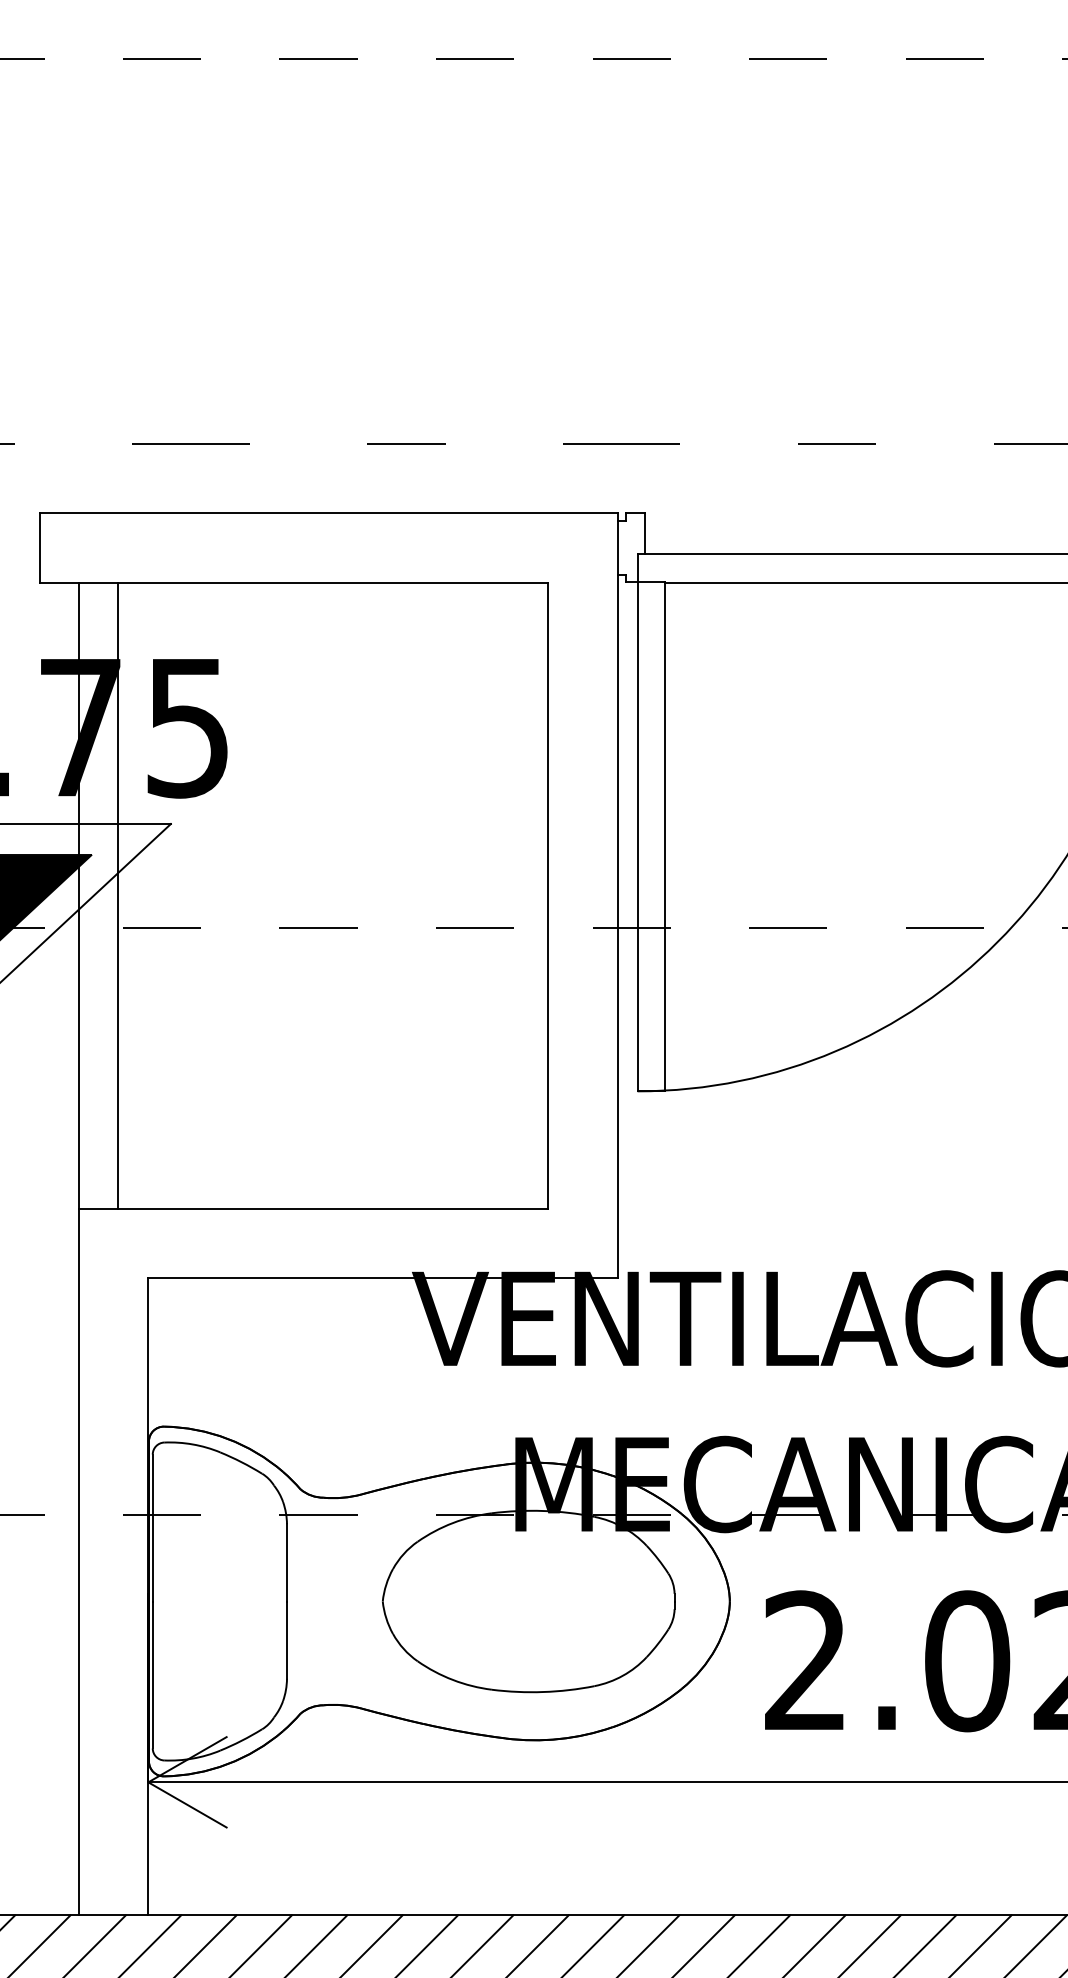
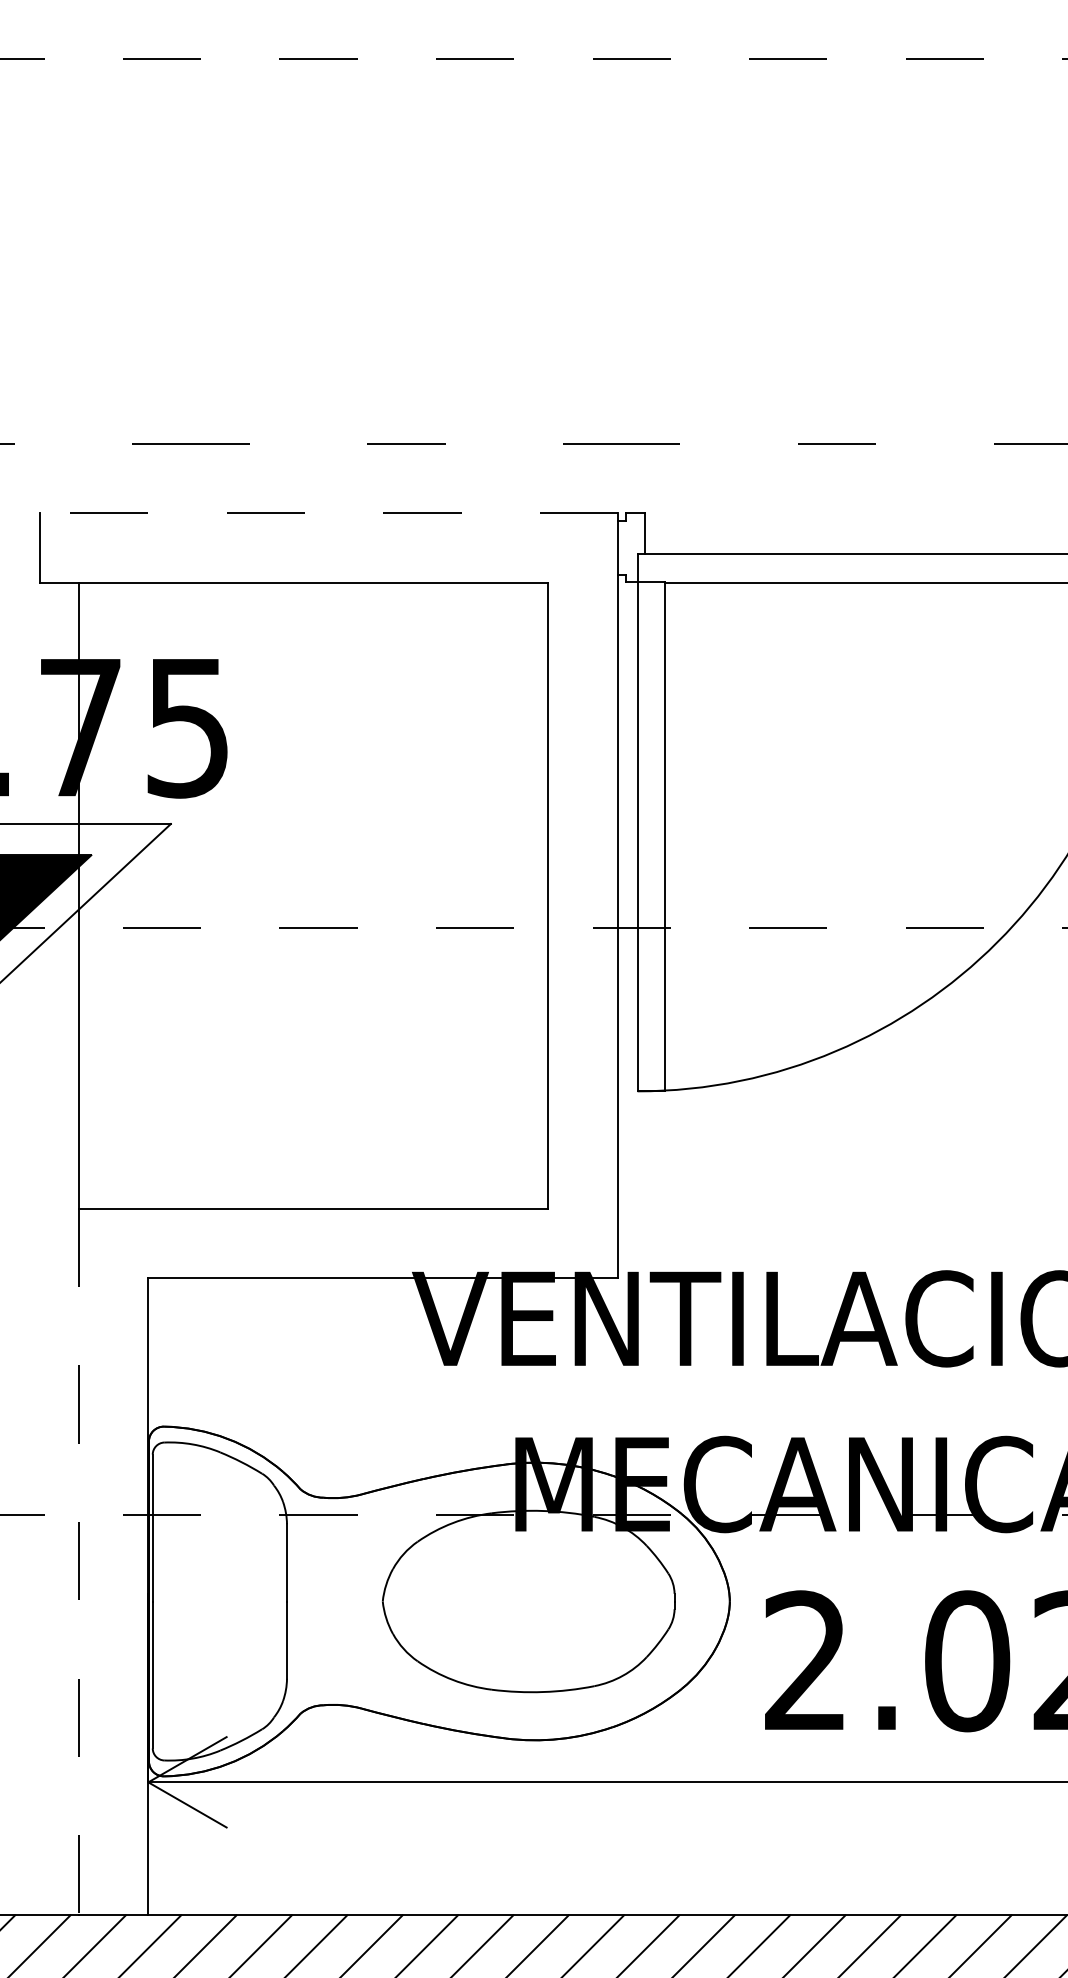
line at (328, 512): solid -> dashed
line at (117, 895): present -> none
line at (78, 1561): solid -> dashed
